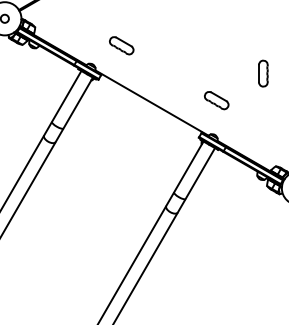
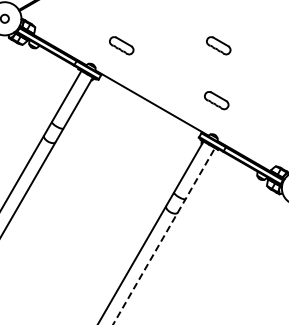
part at (218, 45): none -> present
part at (263, 73): present -> none
line at (164, 236): solid -> dashed
